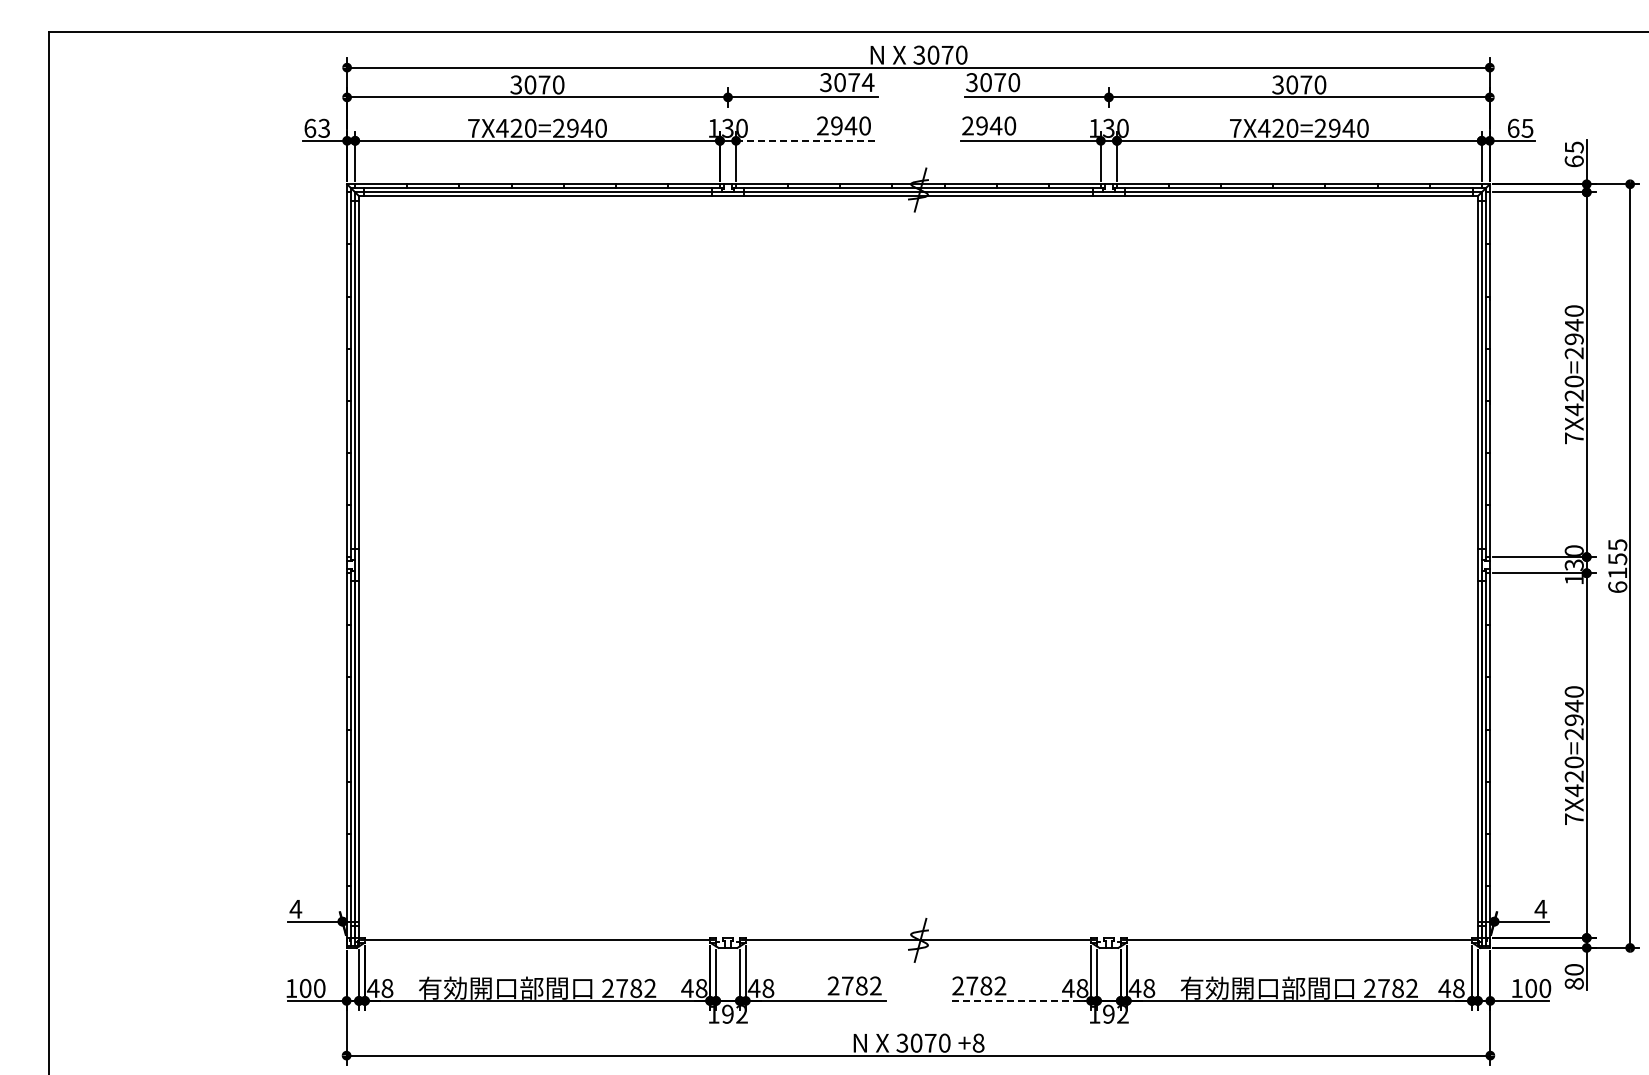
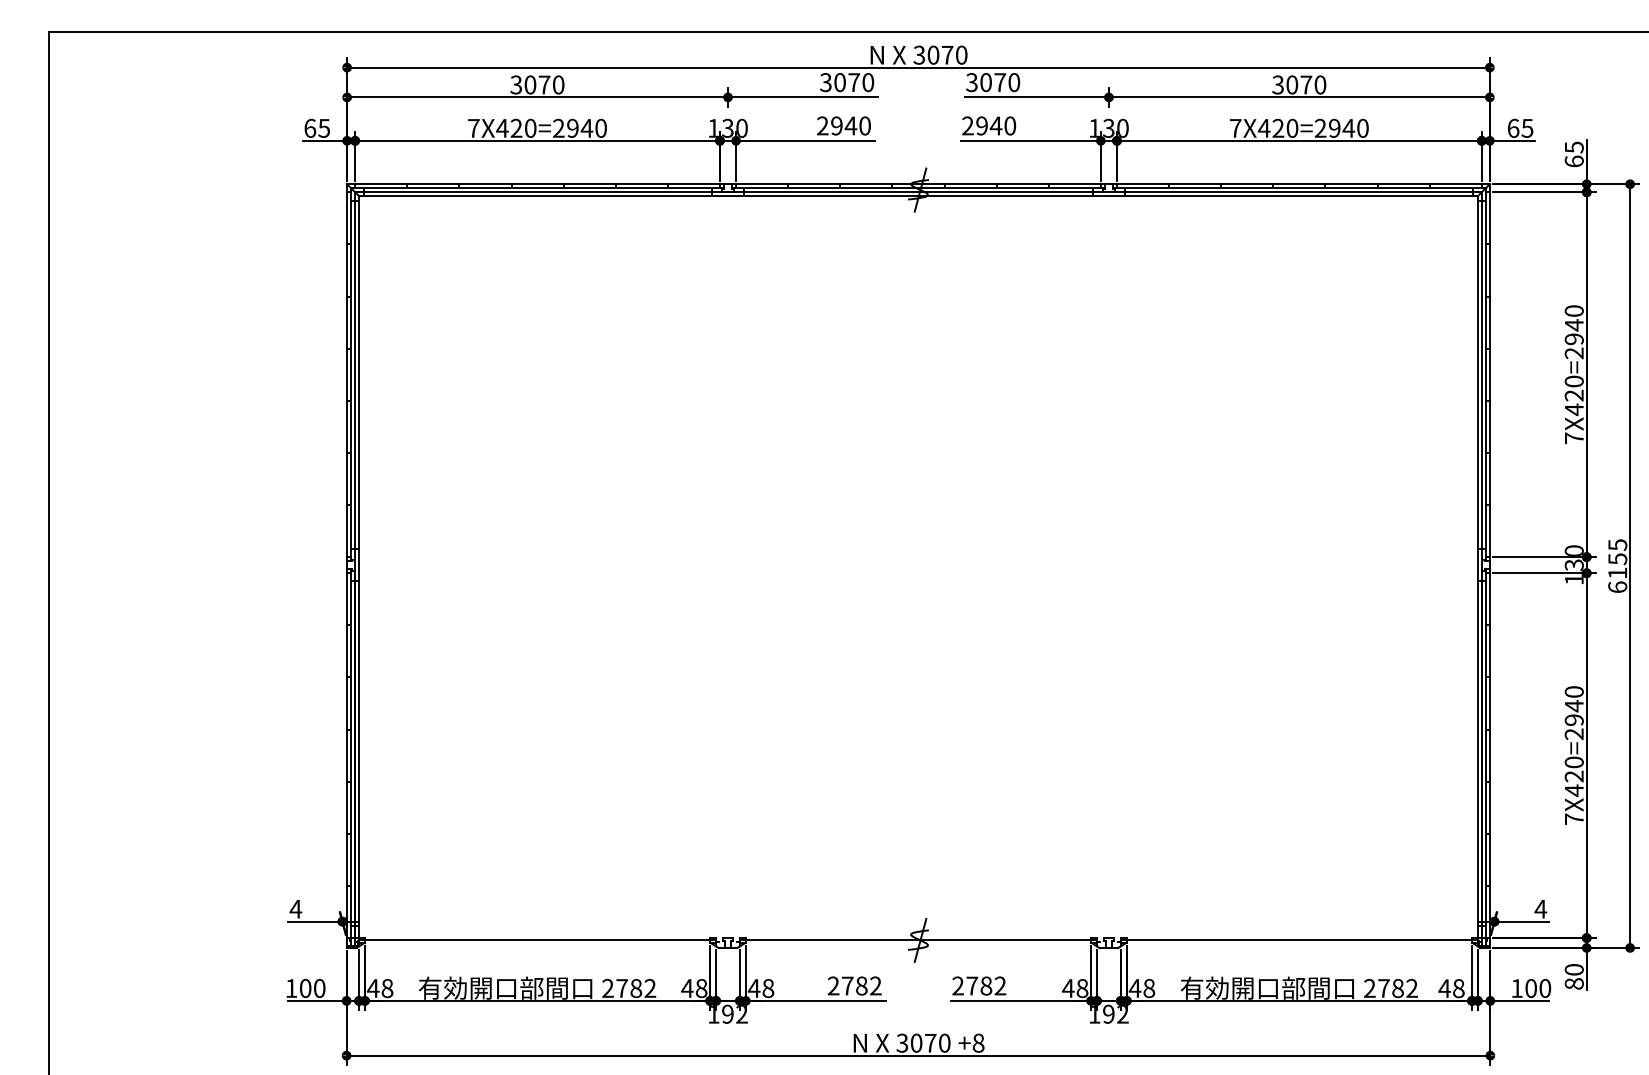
text at (867, 82): 3074 -> 3070
text at (324, 127): 63 -> 65
line at (805, 140): dashed -> solid
line at (1021, 1000): dashed -> solid
